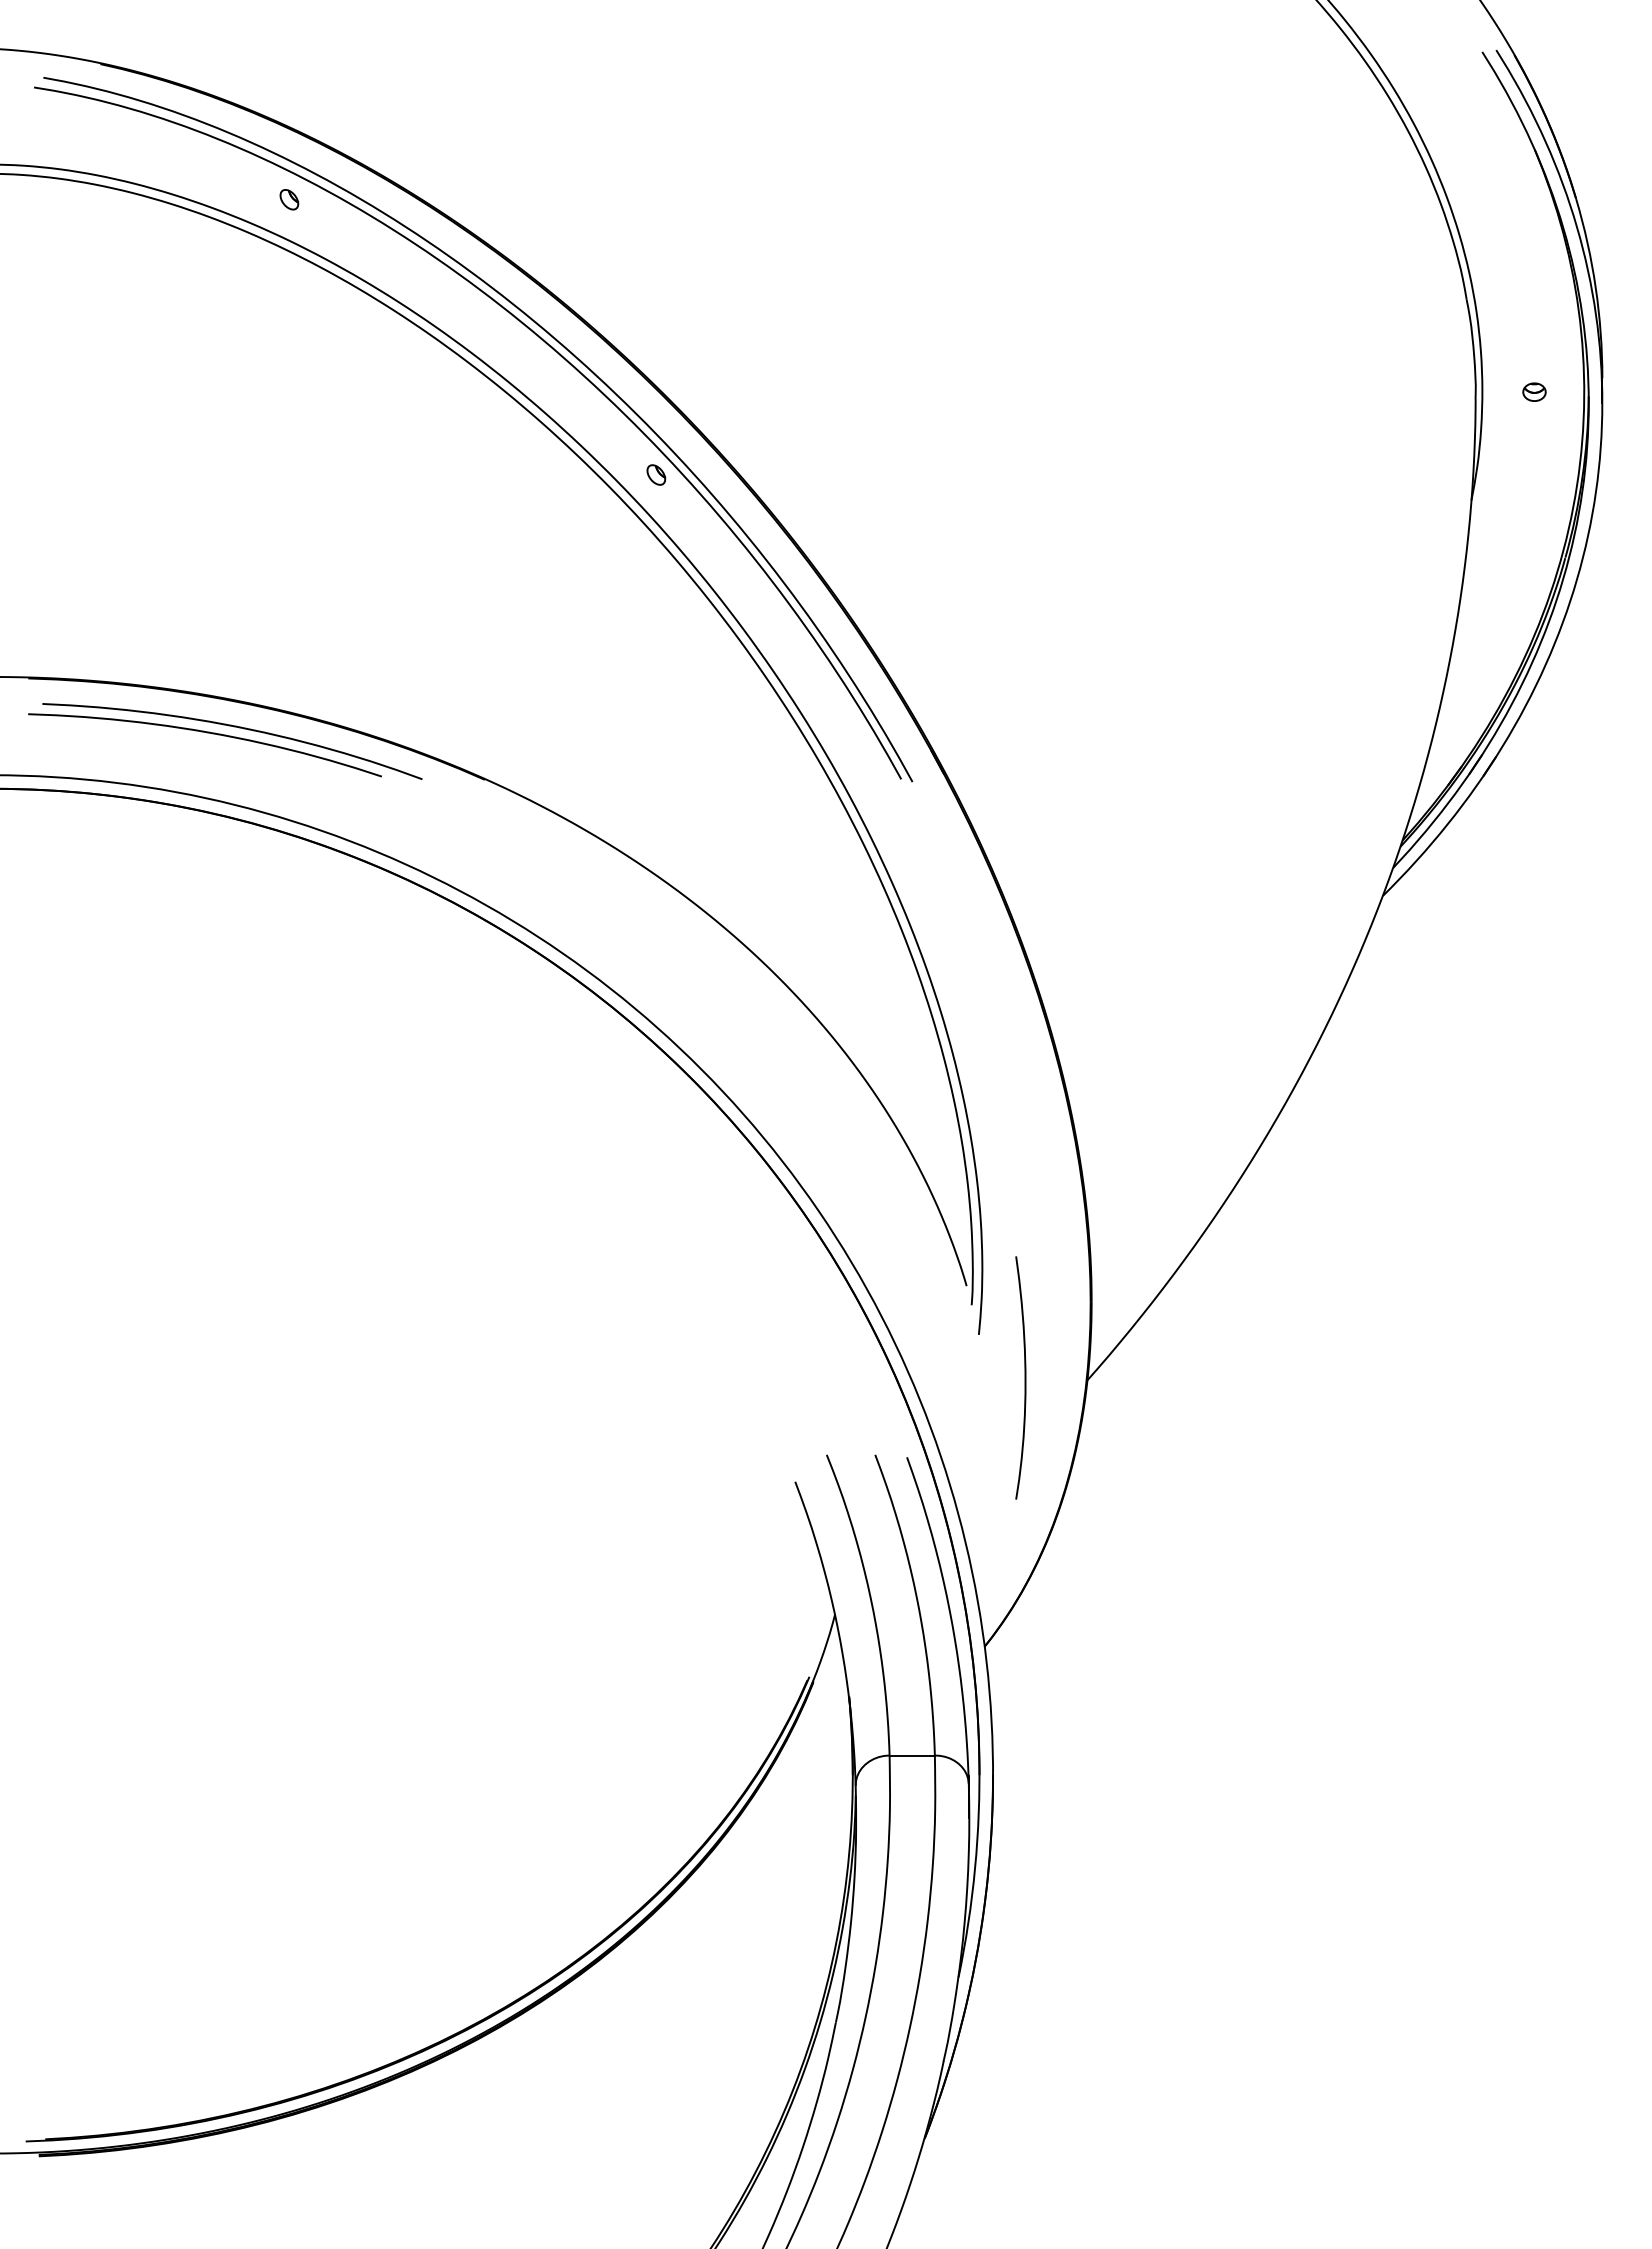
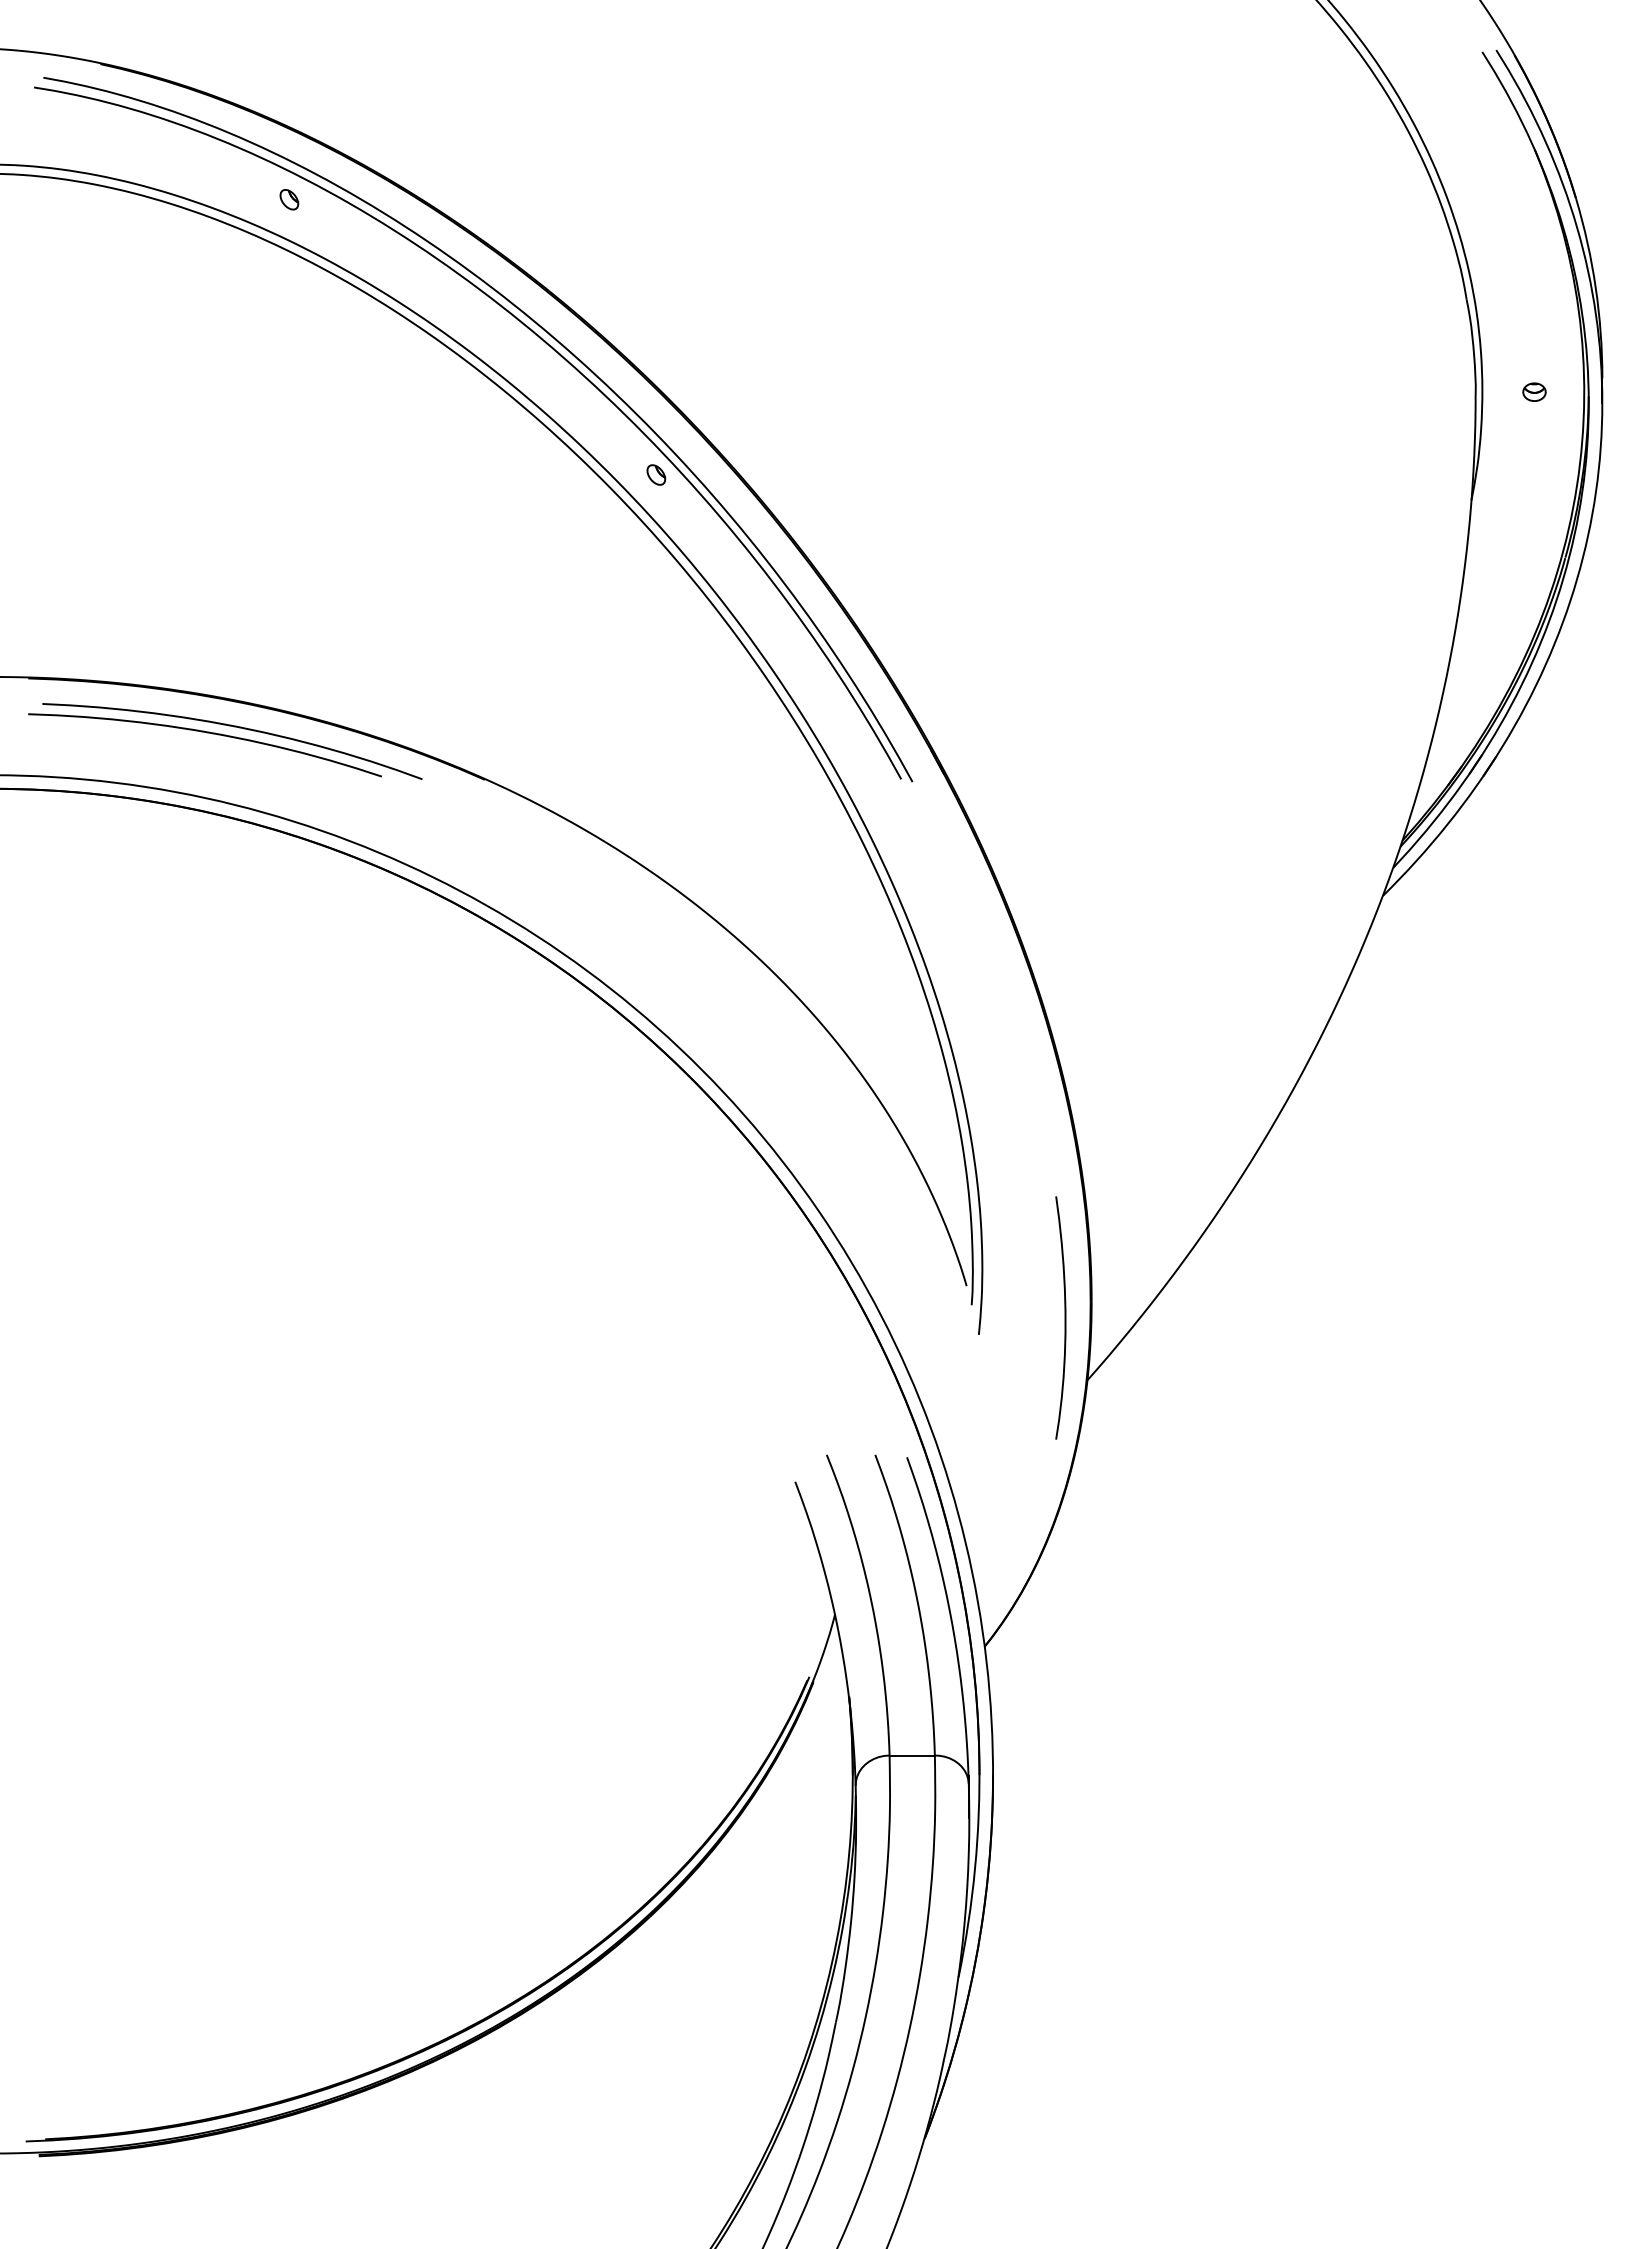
curve at (1024, 1377) position: (1024, 1377) -> (1064, 1317)
